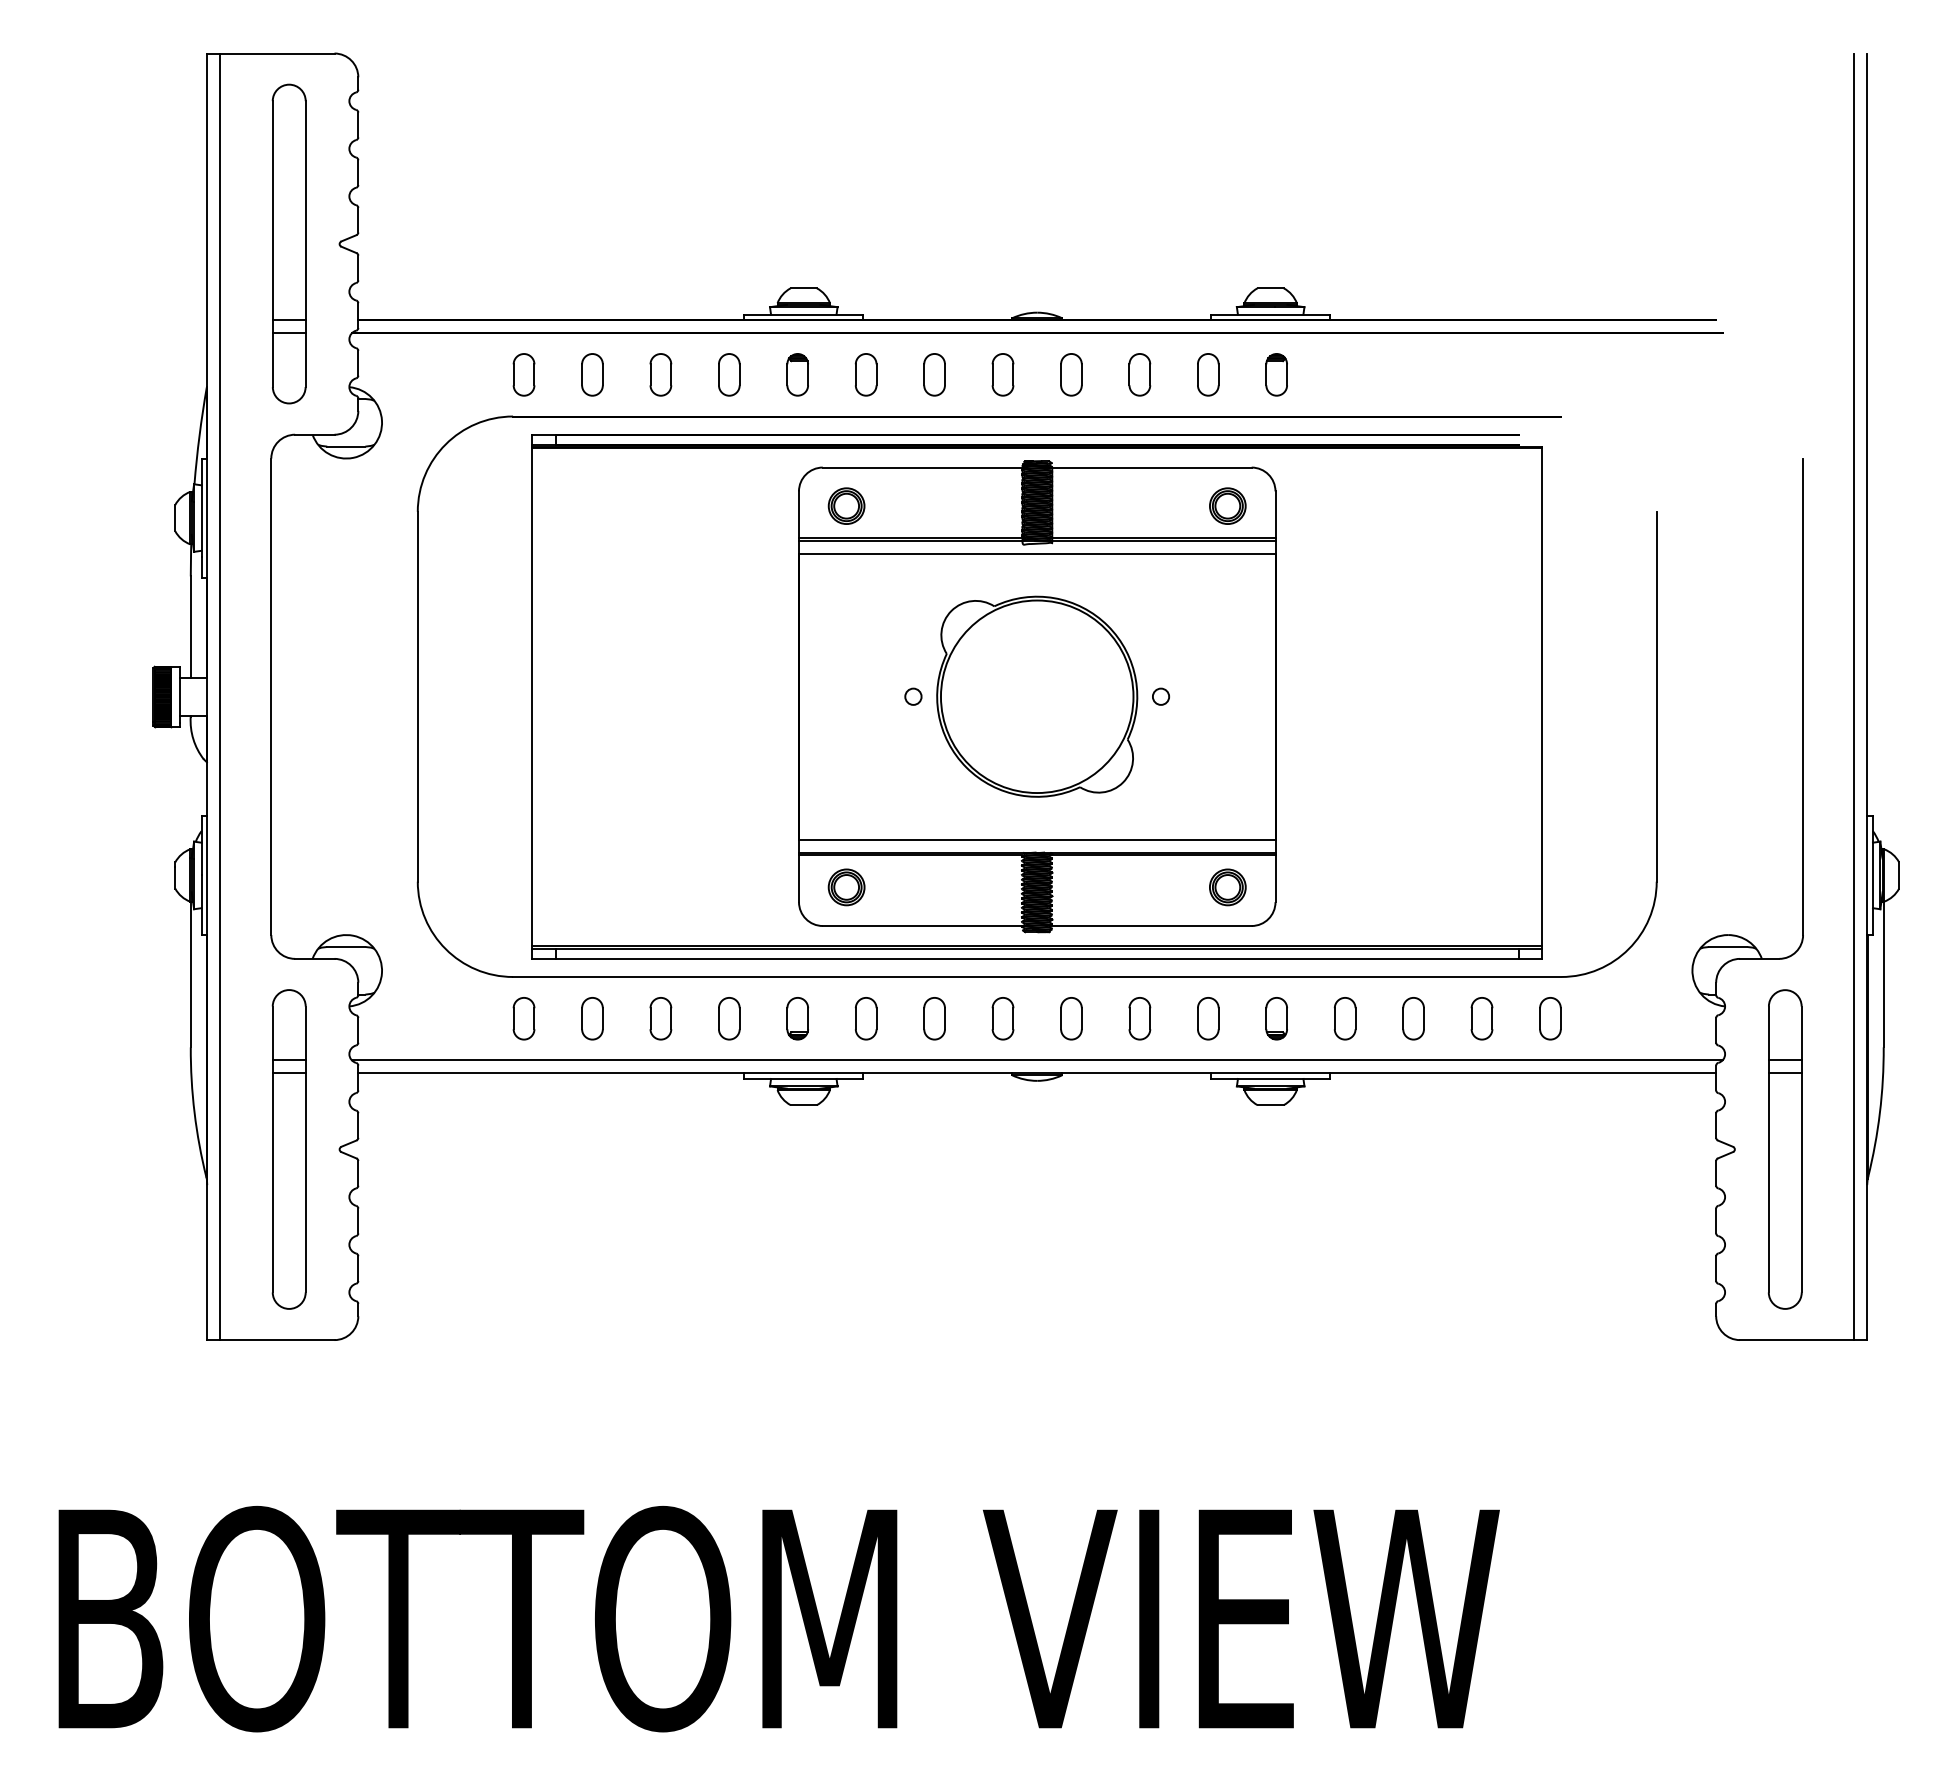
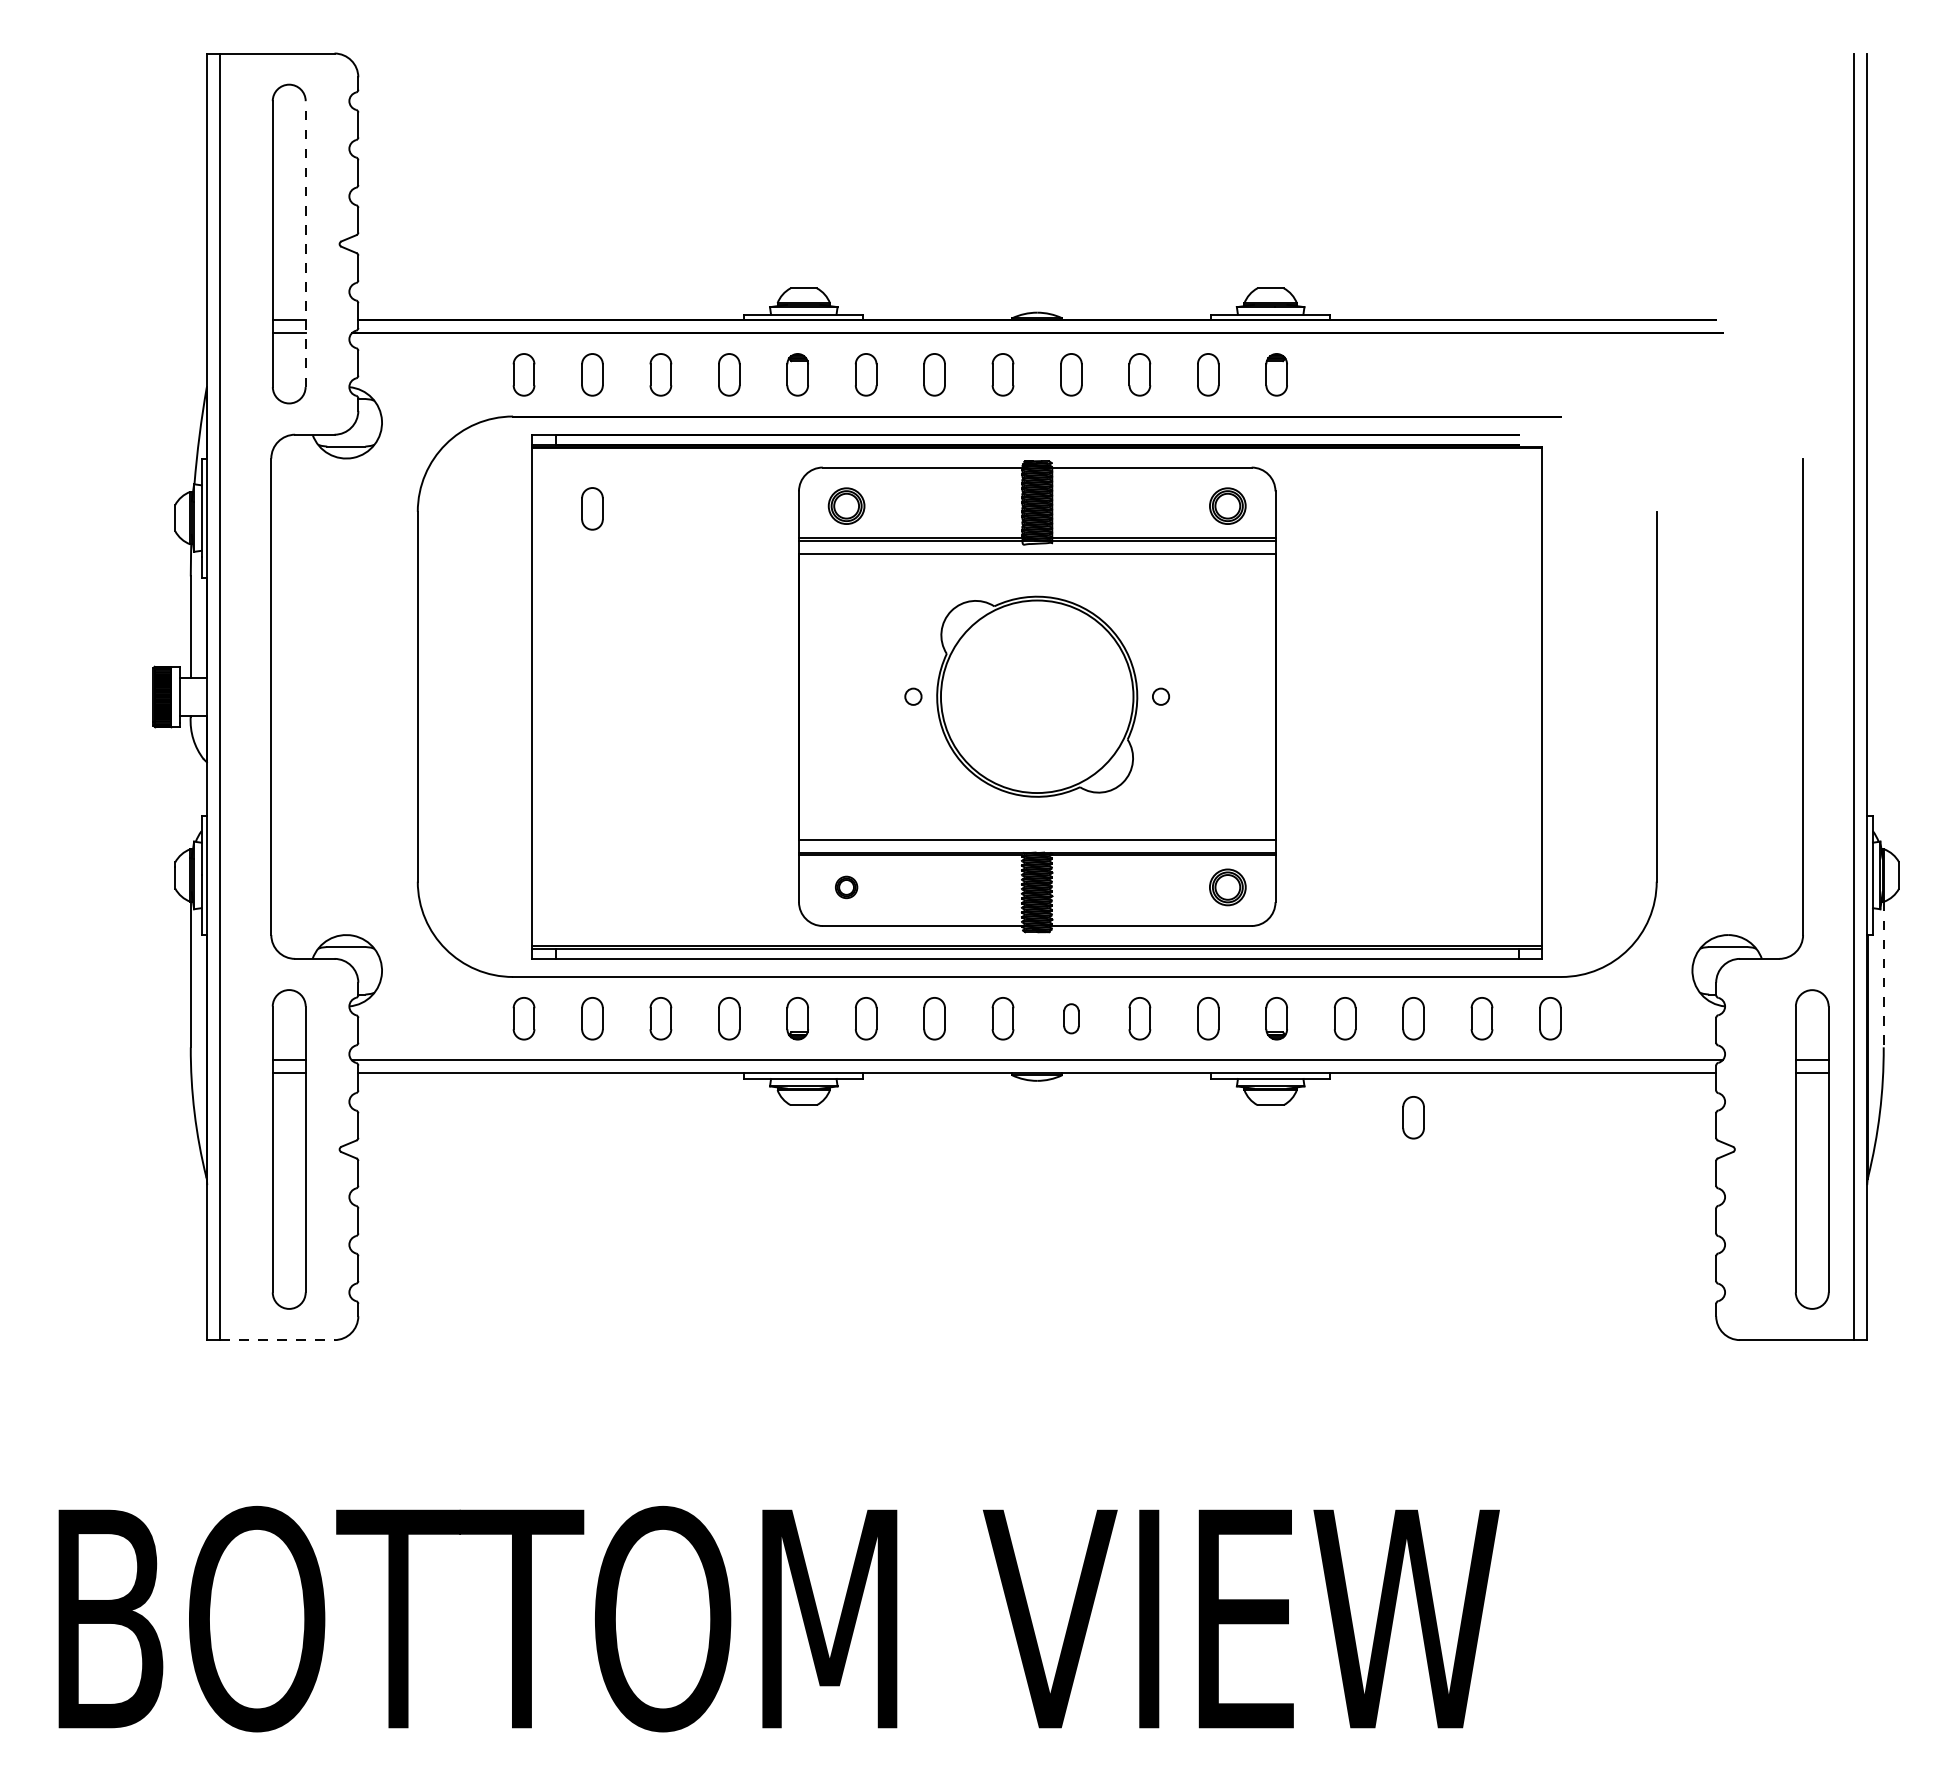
line at (305, 244): solid -> dashed
part at (592, 508): none -> present
part at (846, 887) size: 39x39 px -> 24x25 px
line at (1883, 974): solid -> dashed
part at (1071, 1018) size: 23x44 px -> 17x32 px
part at (1413, 1117): none -> present
part at (1784, 1149) position: (1784, 1149) -> (1811, 1149)
line at (277, 1340): solid -> dashed
